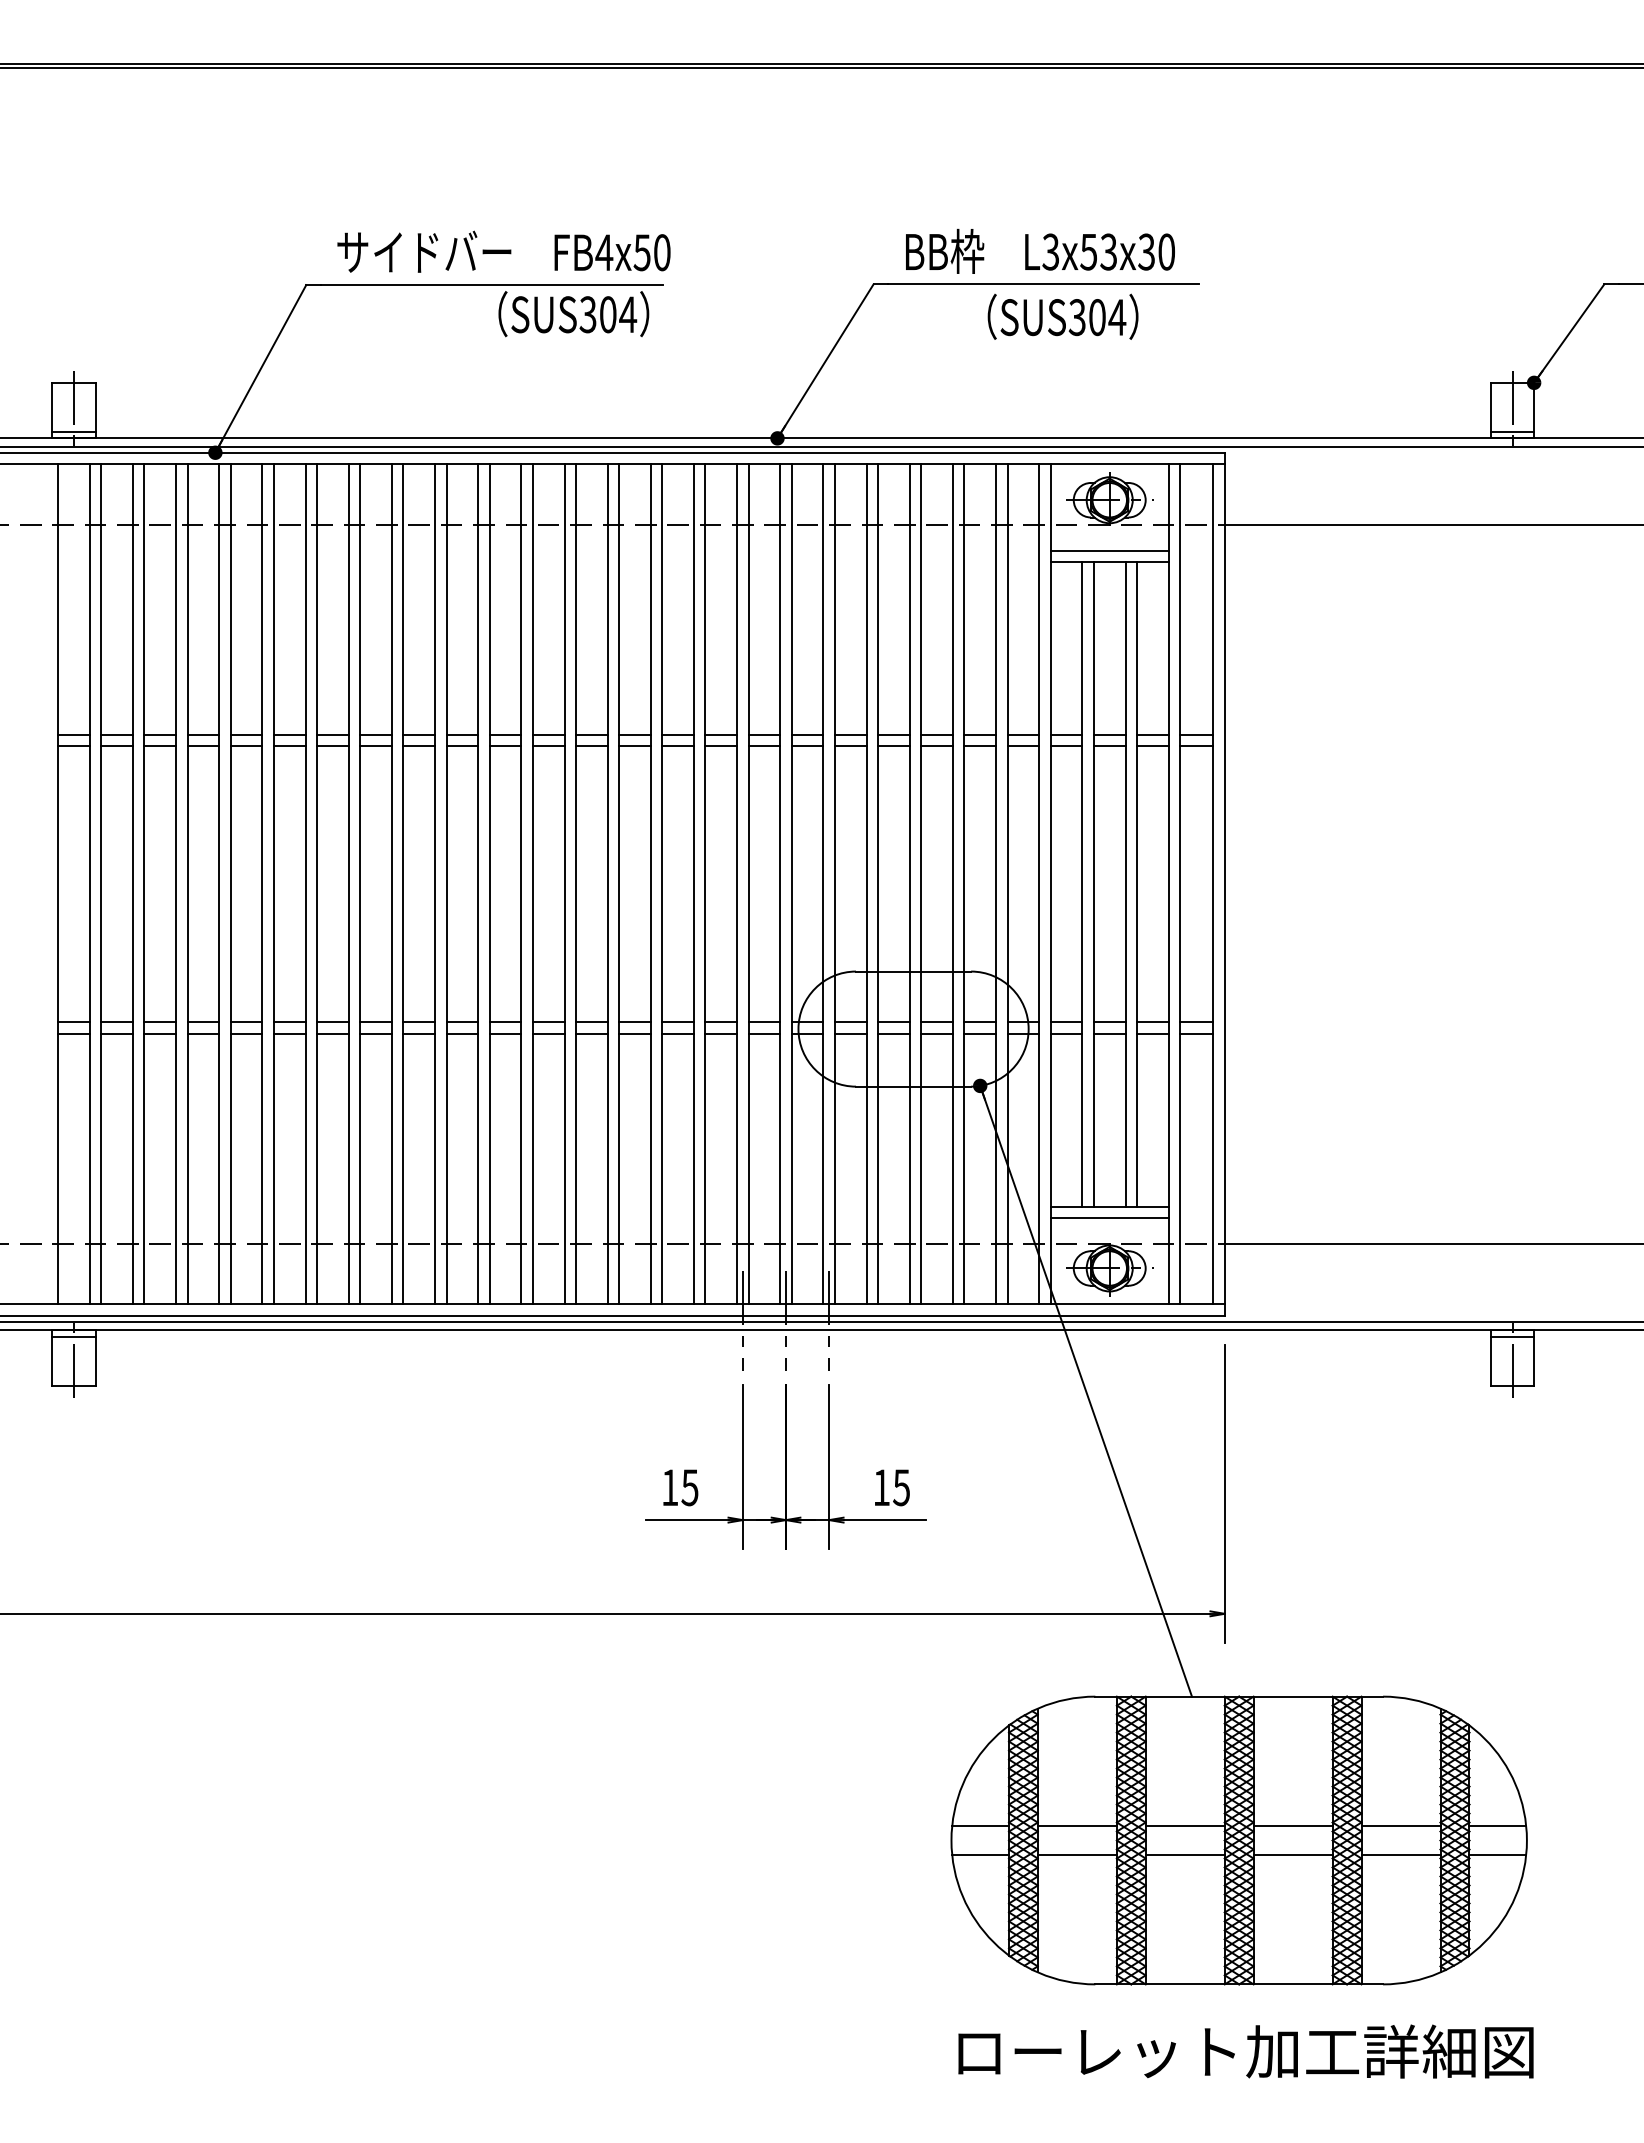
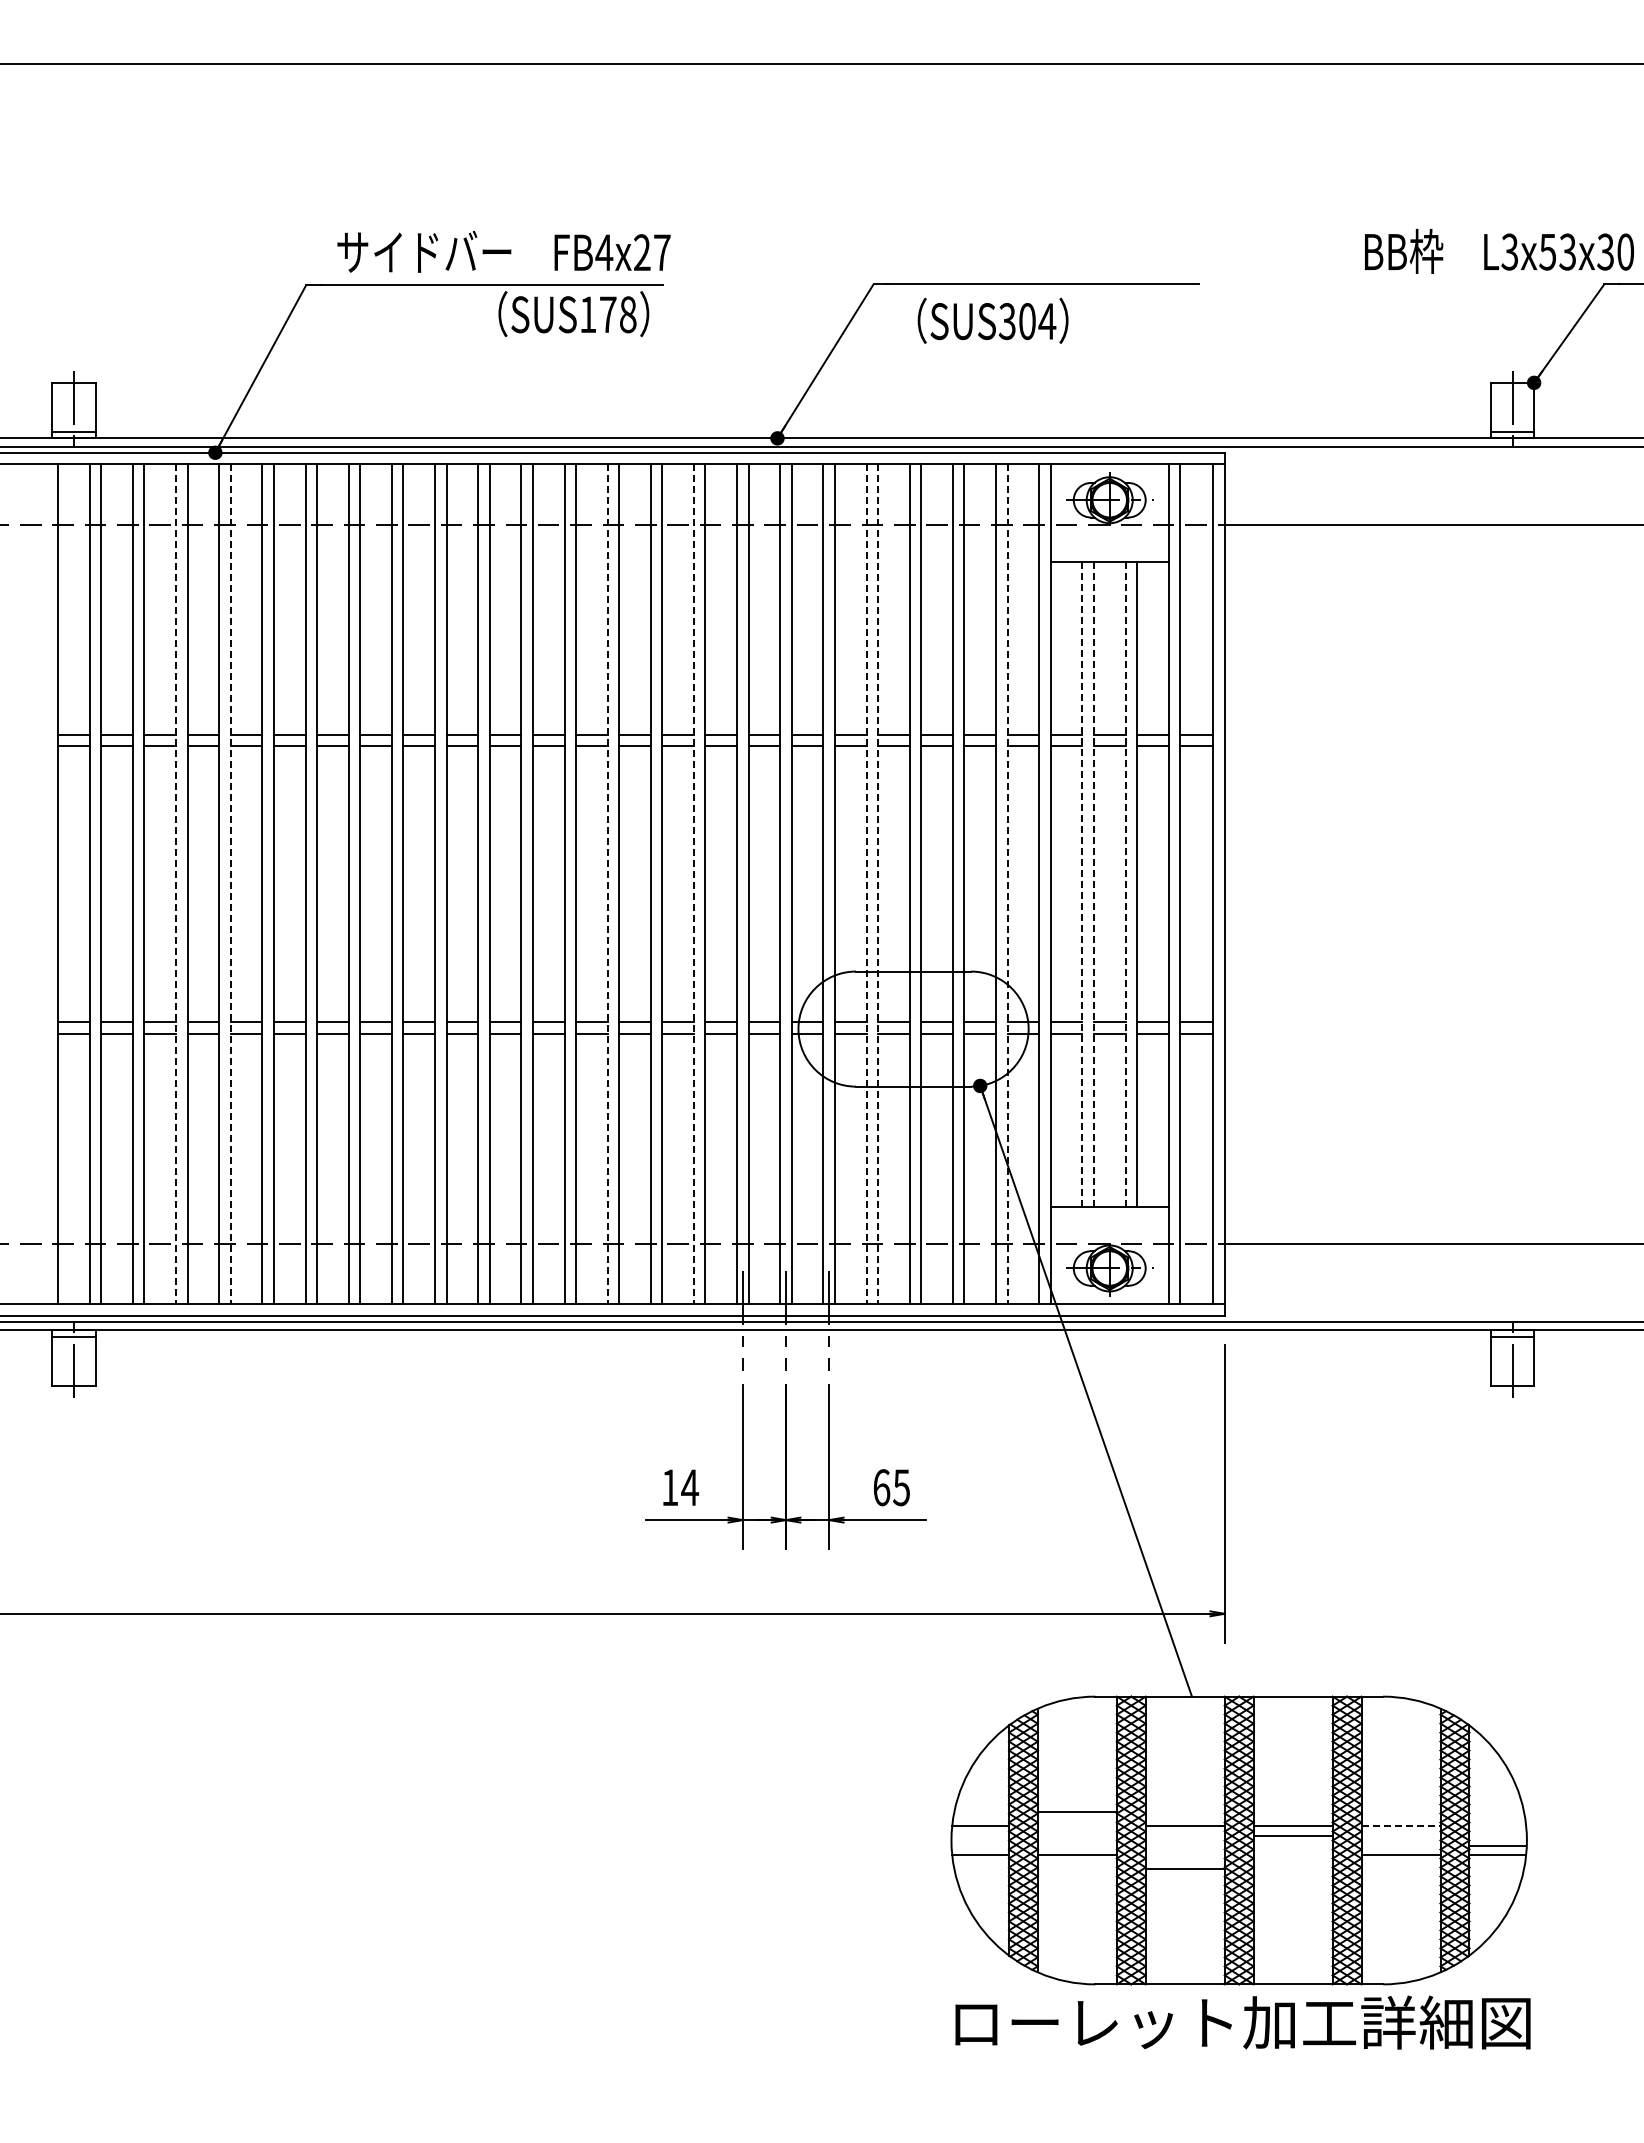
line at (821, 67): present -> none
text at (1040, 250) position: (1040, 250) -> (1499, 250)
text at (651, 252): FB4x50 -> FB4x27
text at (608, 314): SUS304 -> SUS178
text at (1062, 316) position: (1062, 316) -> (992, 320)
line at (1109, 550): present -> none
line at (176, 884): solid -> dashed
line at (230, 884): solid -> dashed
line at (607, 884): solid -> dashed
line at (693, 884): solid -> dashed
line at (866, 884): solid -> dashed
line at (878, 884): solid -> dashed
line at (1007, 884): solid -> dashed
line at (1082, 884): solid -> dashed
line at (1093, 884): solid -> dashed
line at (1125, 884): solid -> dashed
line at (1109, 1218): present -> none
text at (690, 1487): 15 -> 14
text at (881, 1487): 15 -> 65
line at (1076, 1826) position: (1076, 1826) -> (1076, 1812)
line at (1401, 1826): solid -> dashed
line at (1497, 1826) position: (1497, 1826) -> (1497, 1846)
line at (1184, 1854) position: (1184, 1854) -> (1184, 1868)
line at (1292, 1854) position: (1292, 1854) -> (1292, 1835)
text at (1245, 2051) position: (1245, 2051) -> (1242, 2022)
